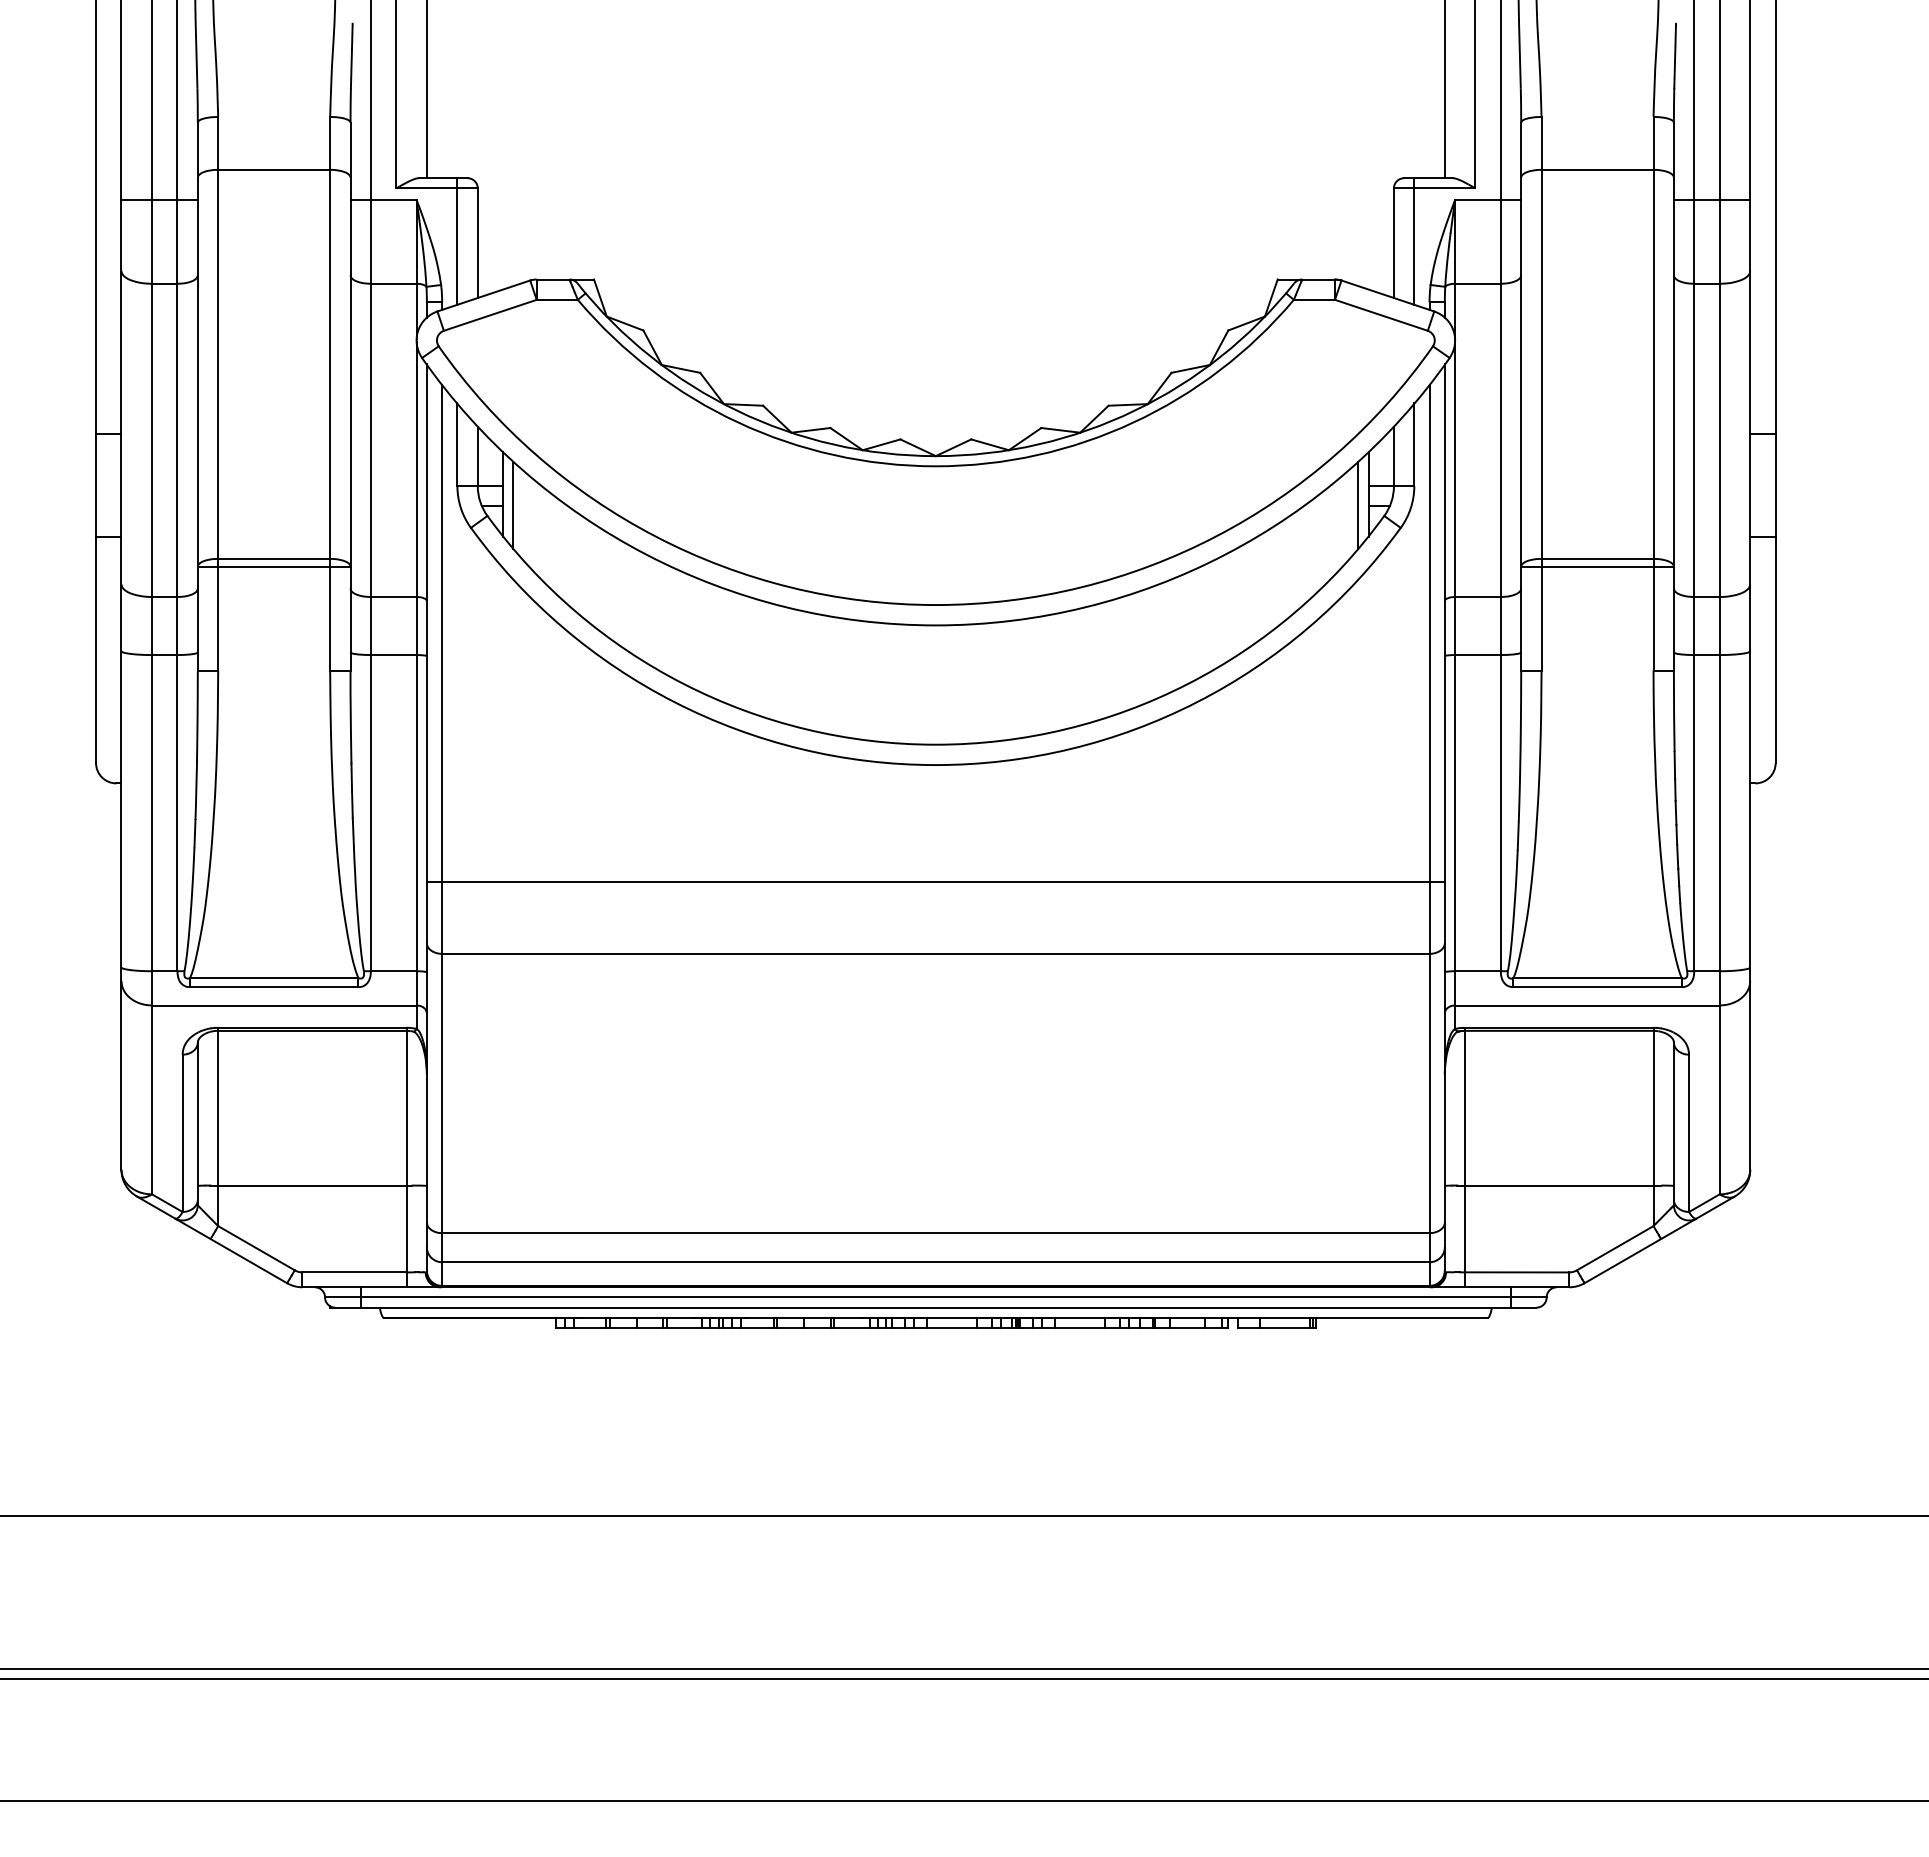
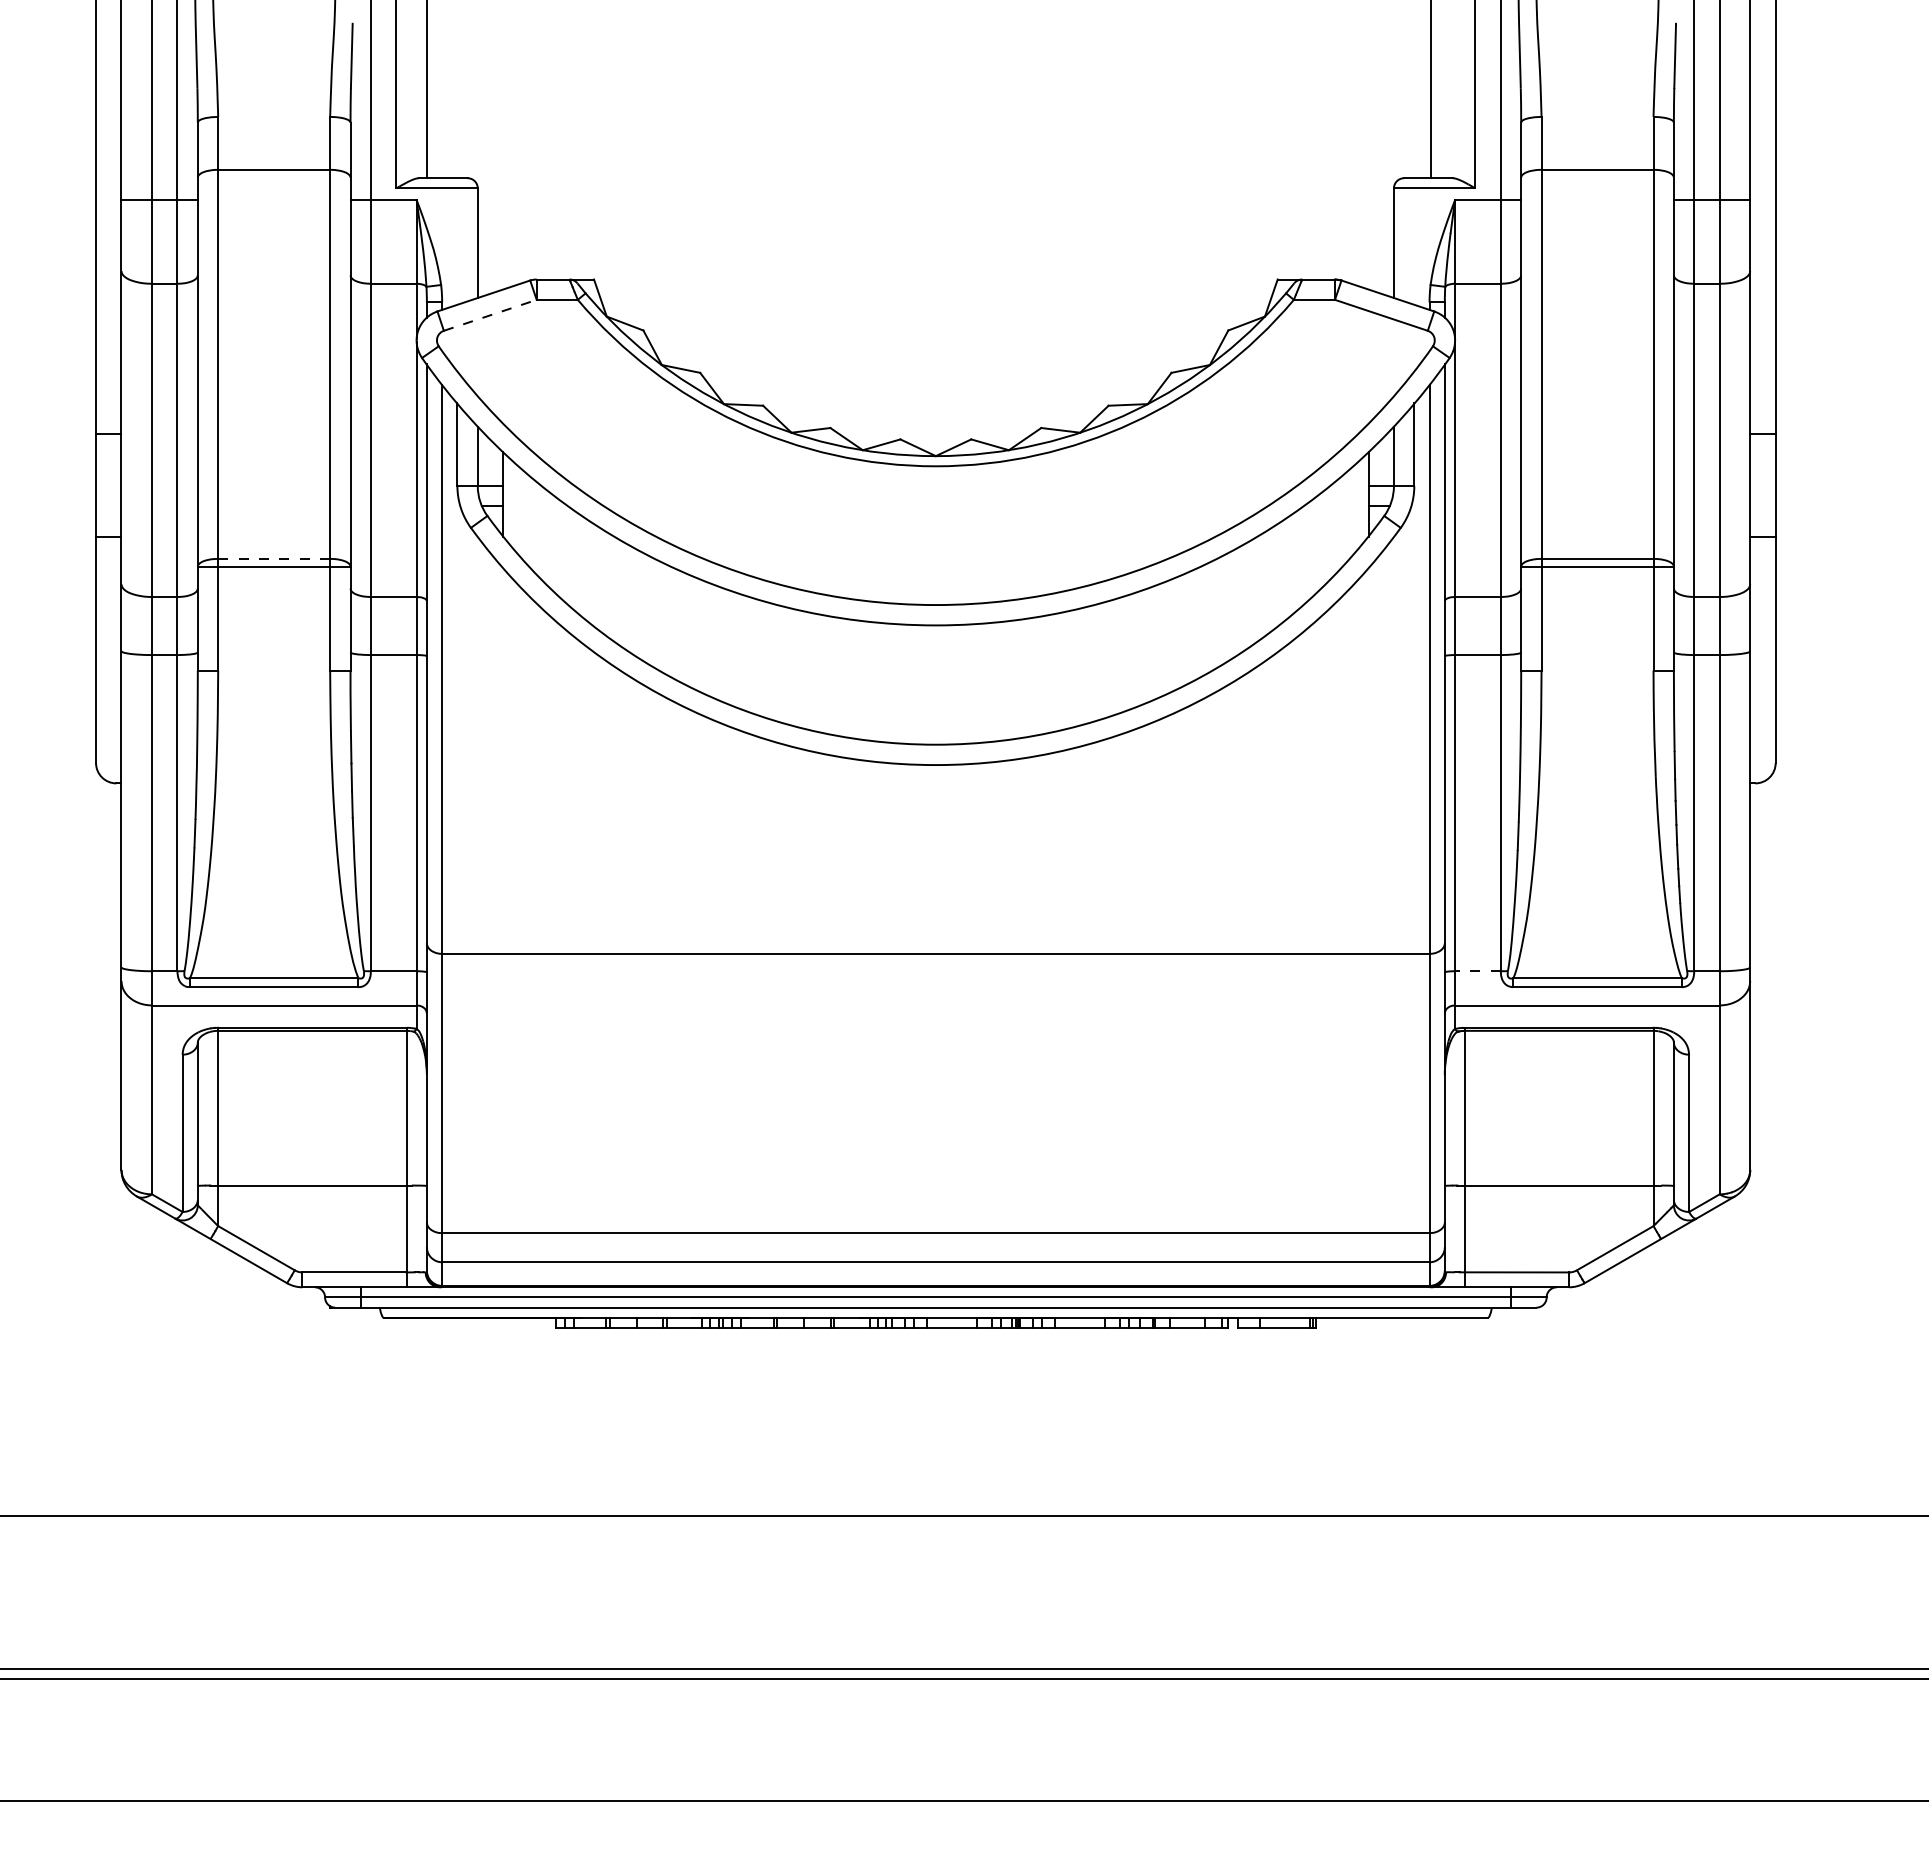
line at (1444, 90) position: (1444, 90) -> (1430, 90)
line at (457, 241): present -> none
line at (1414, 241): present -> none
line at (490, 315): solid -> dashed
line at (513, 505): present -> none
line at (1358, 505): present -> none
line at (274, 558): solid -> dashed
line at (935, 881): present -> none
line at (1477, 971): solid -> dashed
